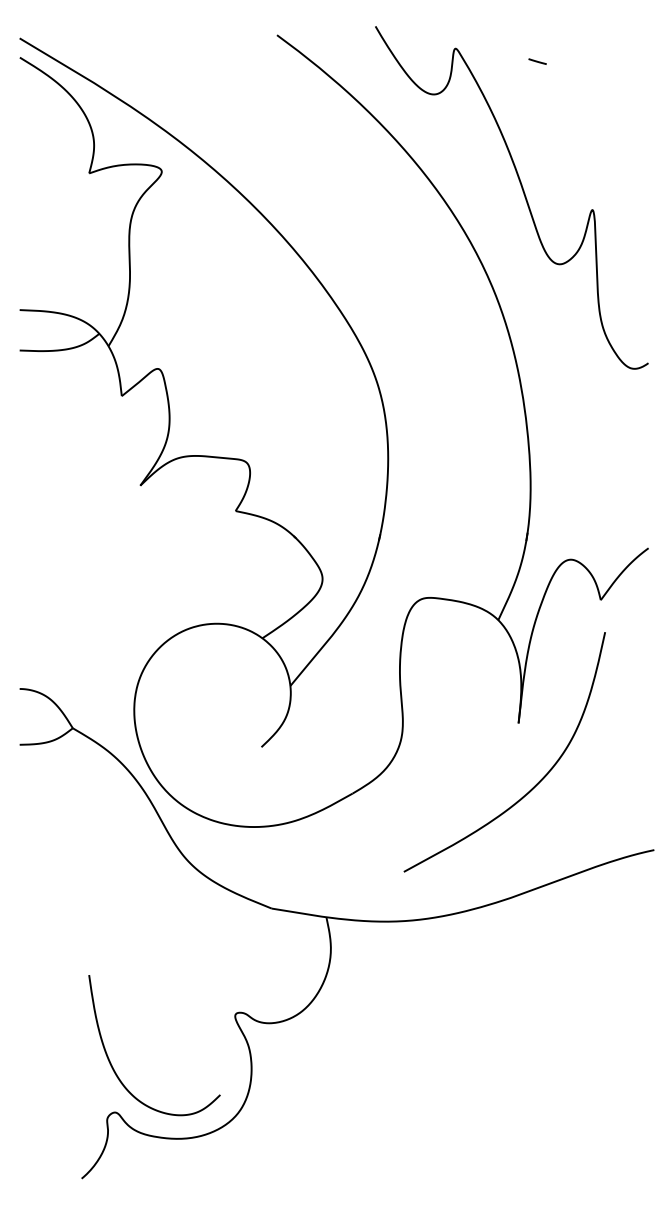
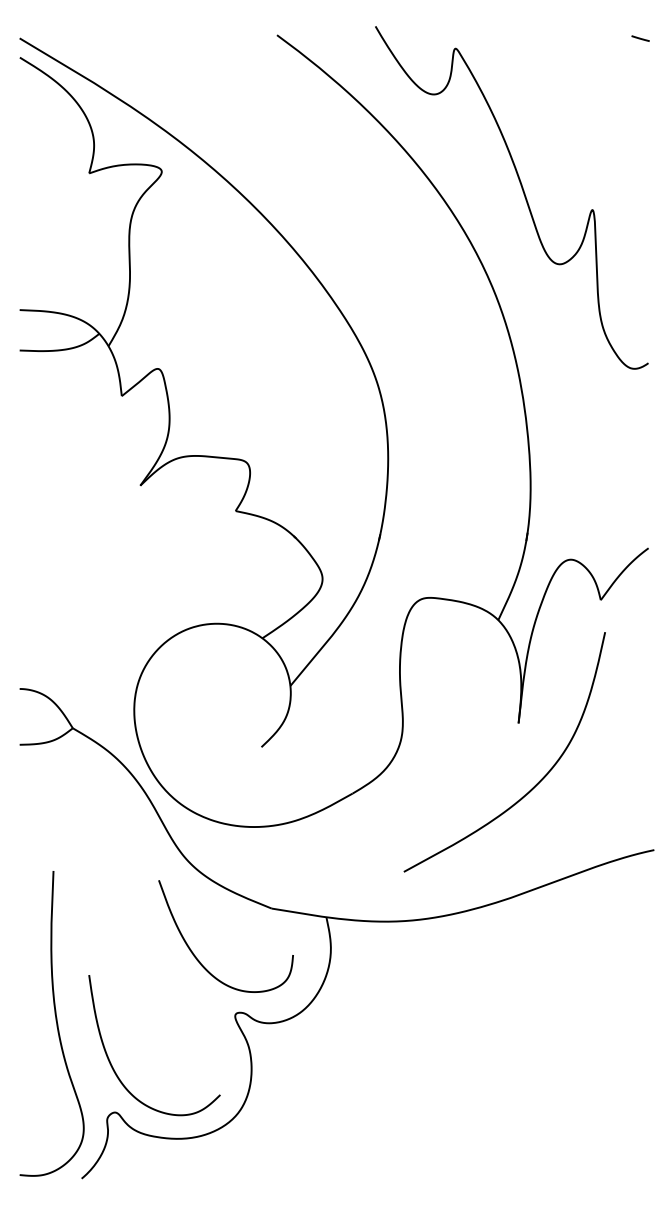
line at (537, 61) position: (537, 61) -> (640, 38)
curve at (196, 956): none -> present
curve at (55, 1020): none -> present
